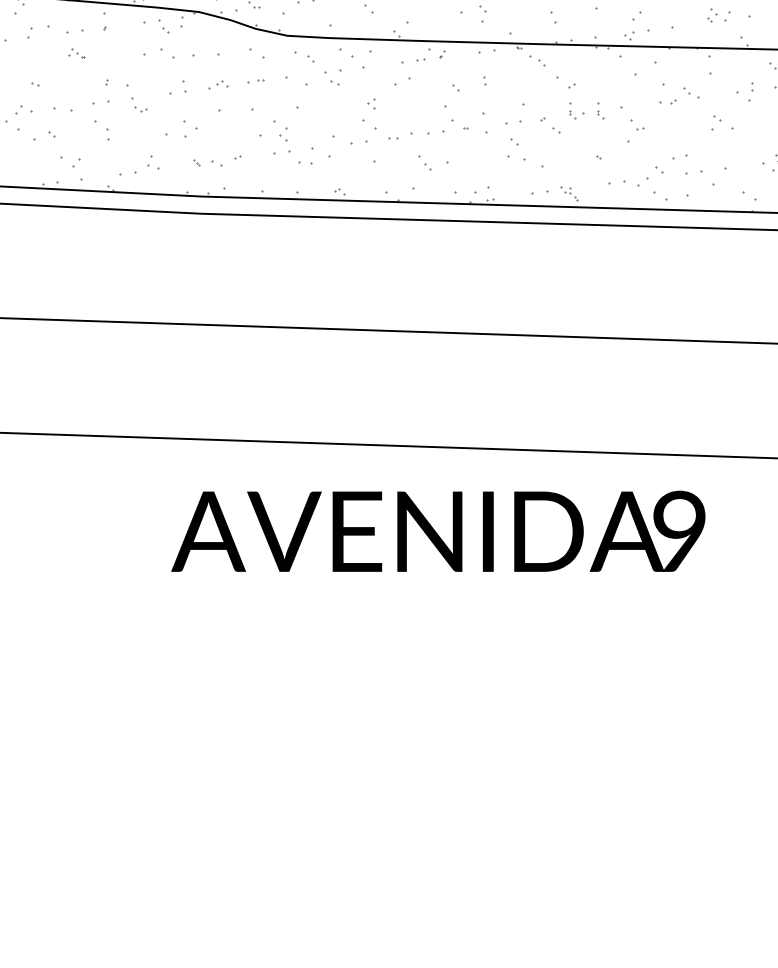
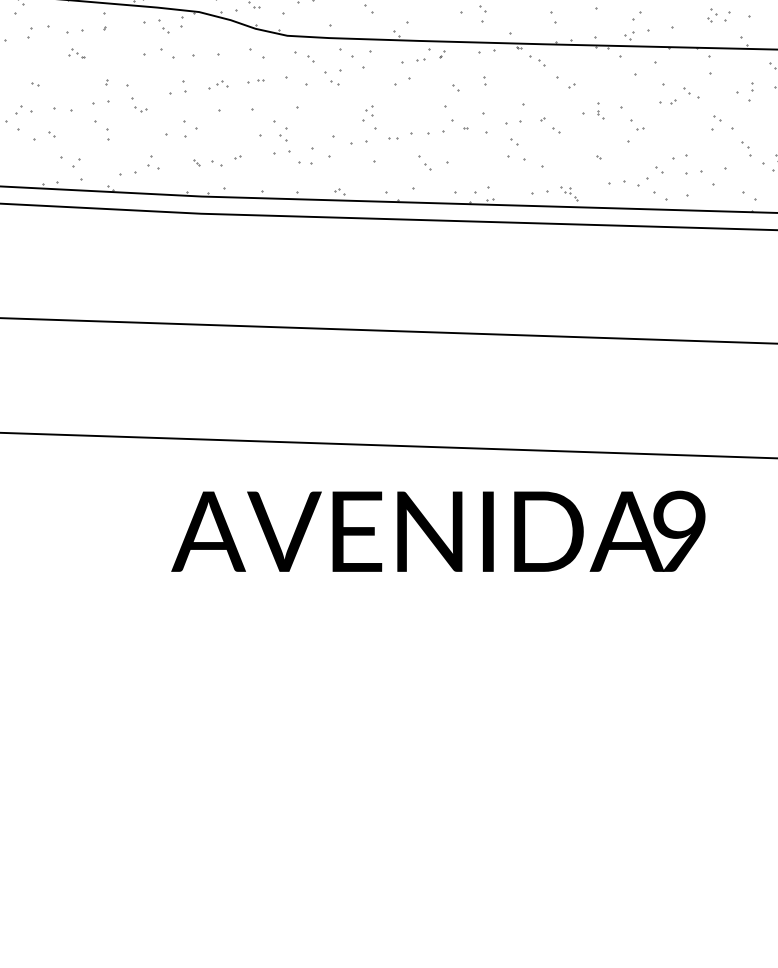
part at (371, 103) position: (371, 103) -> (369, 110)
part at (572, 110): present -> none
part at (746, 148): none -> present
